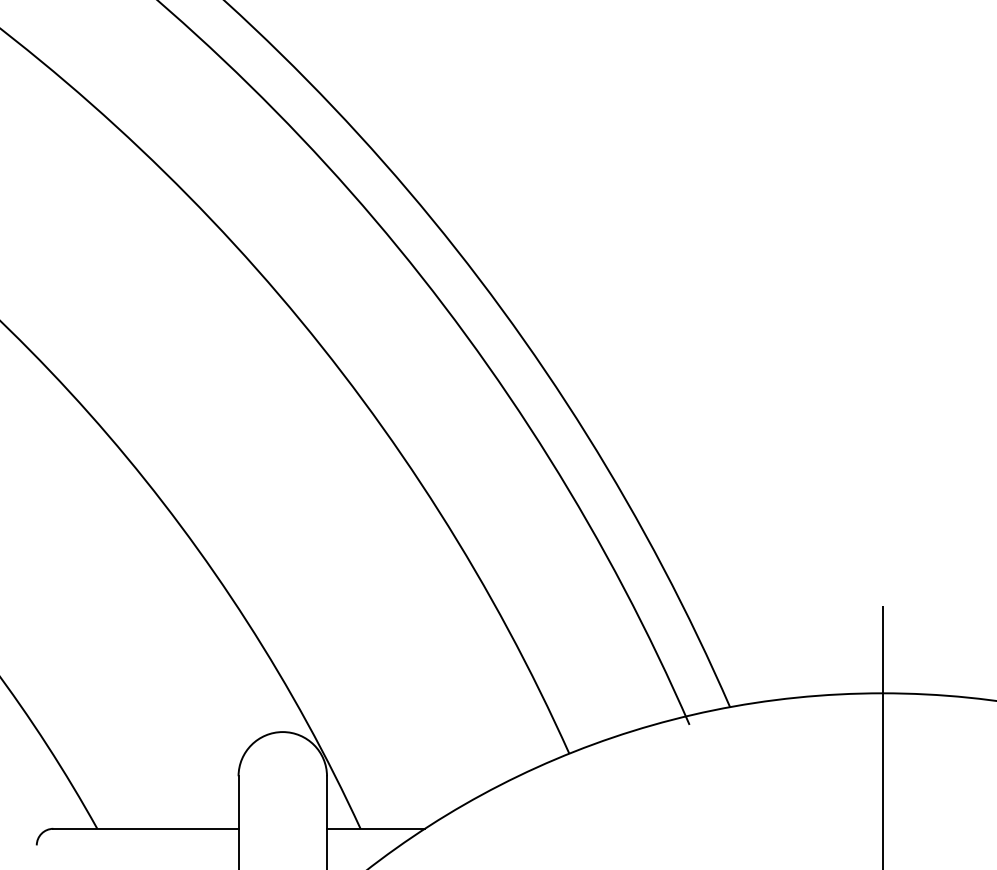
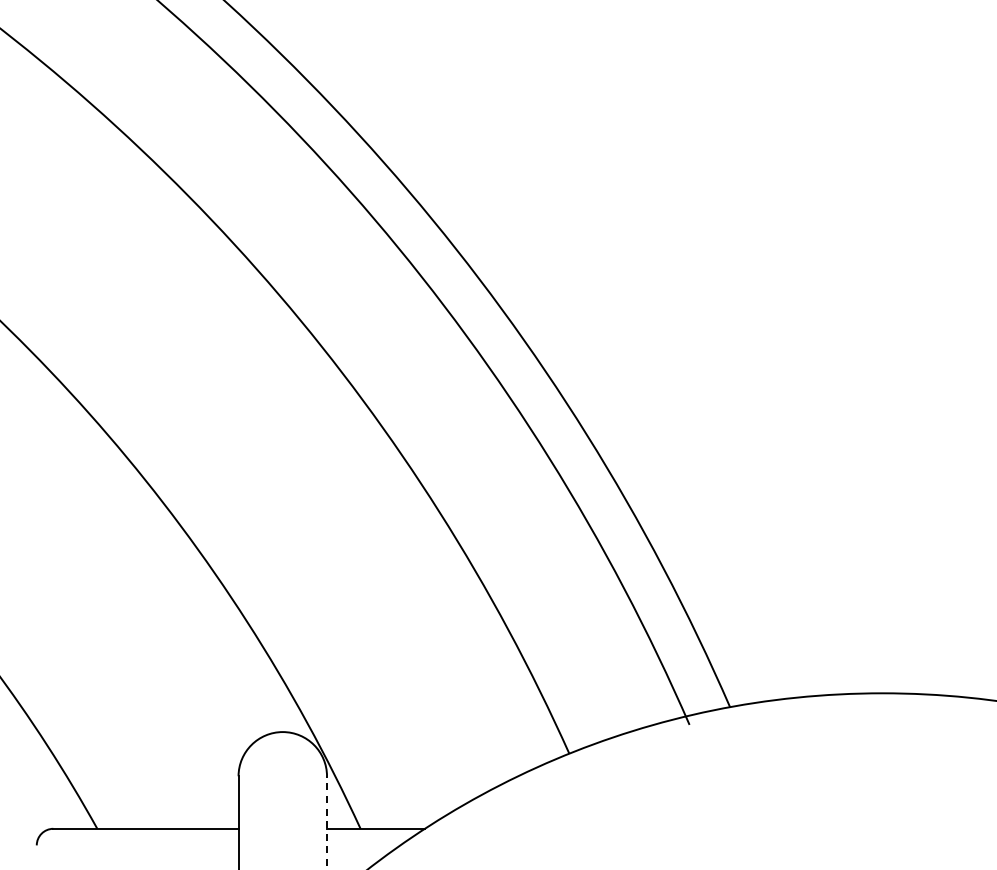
line at (882, 735): present -> none
line at (327, 822): solid -> dashed
